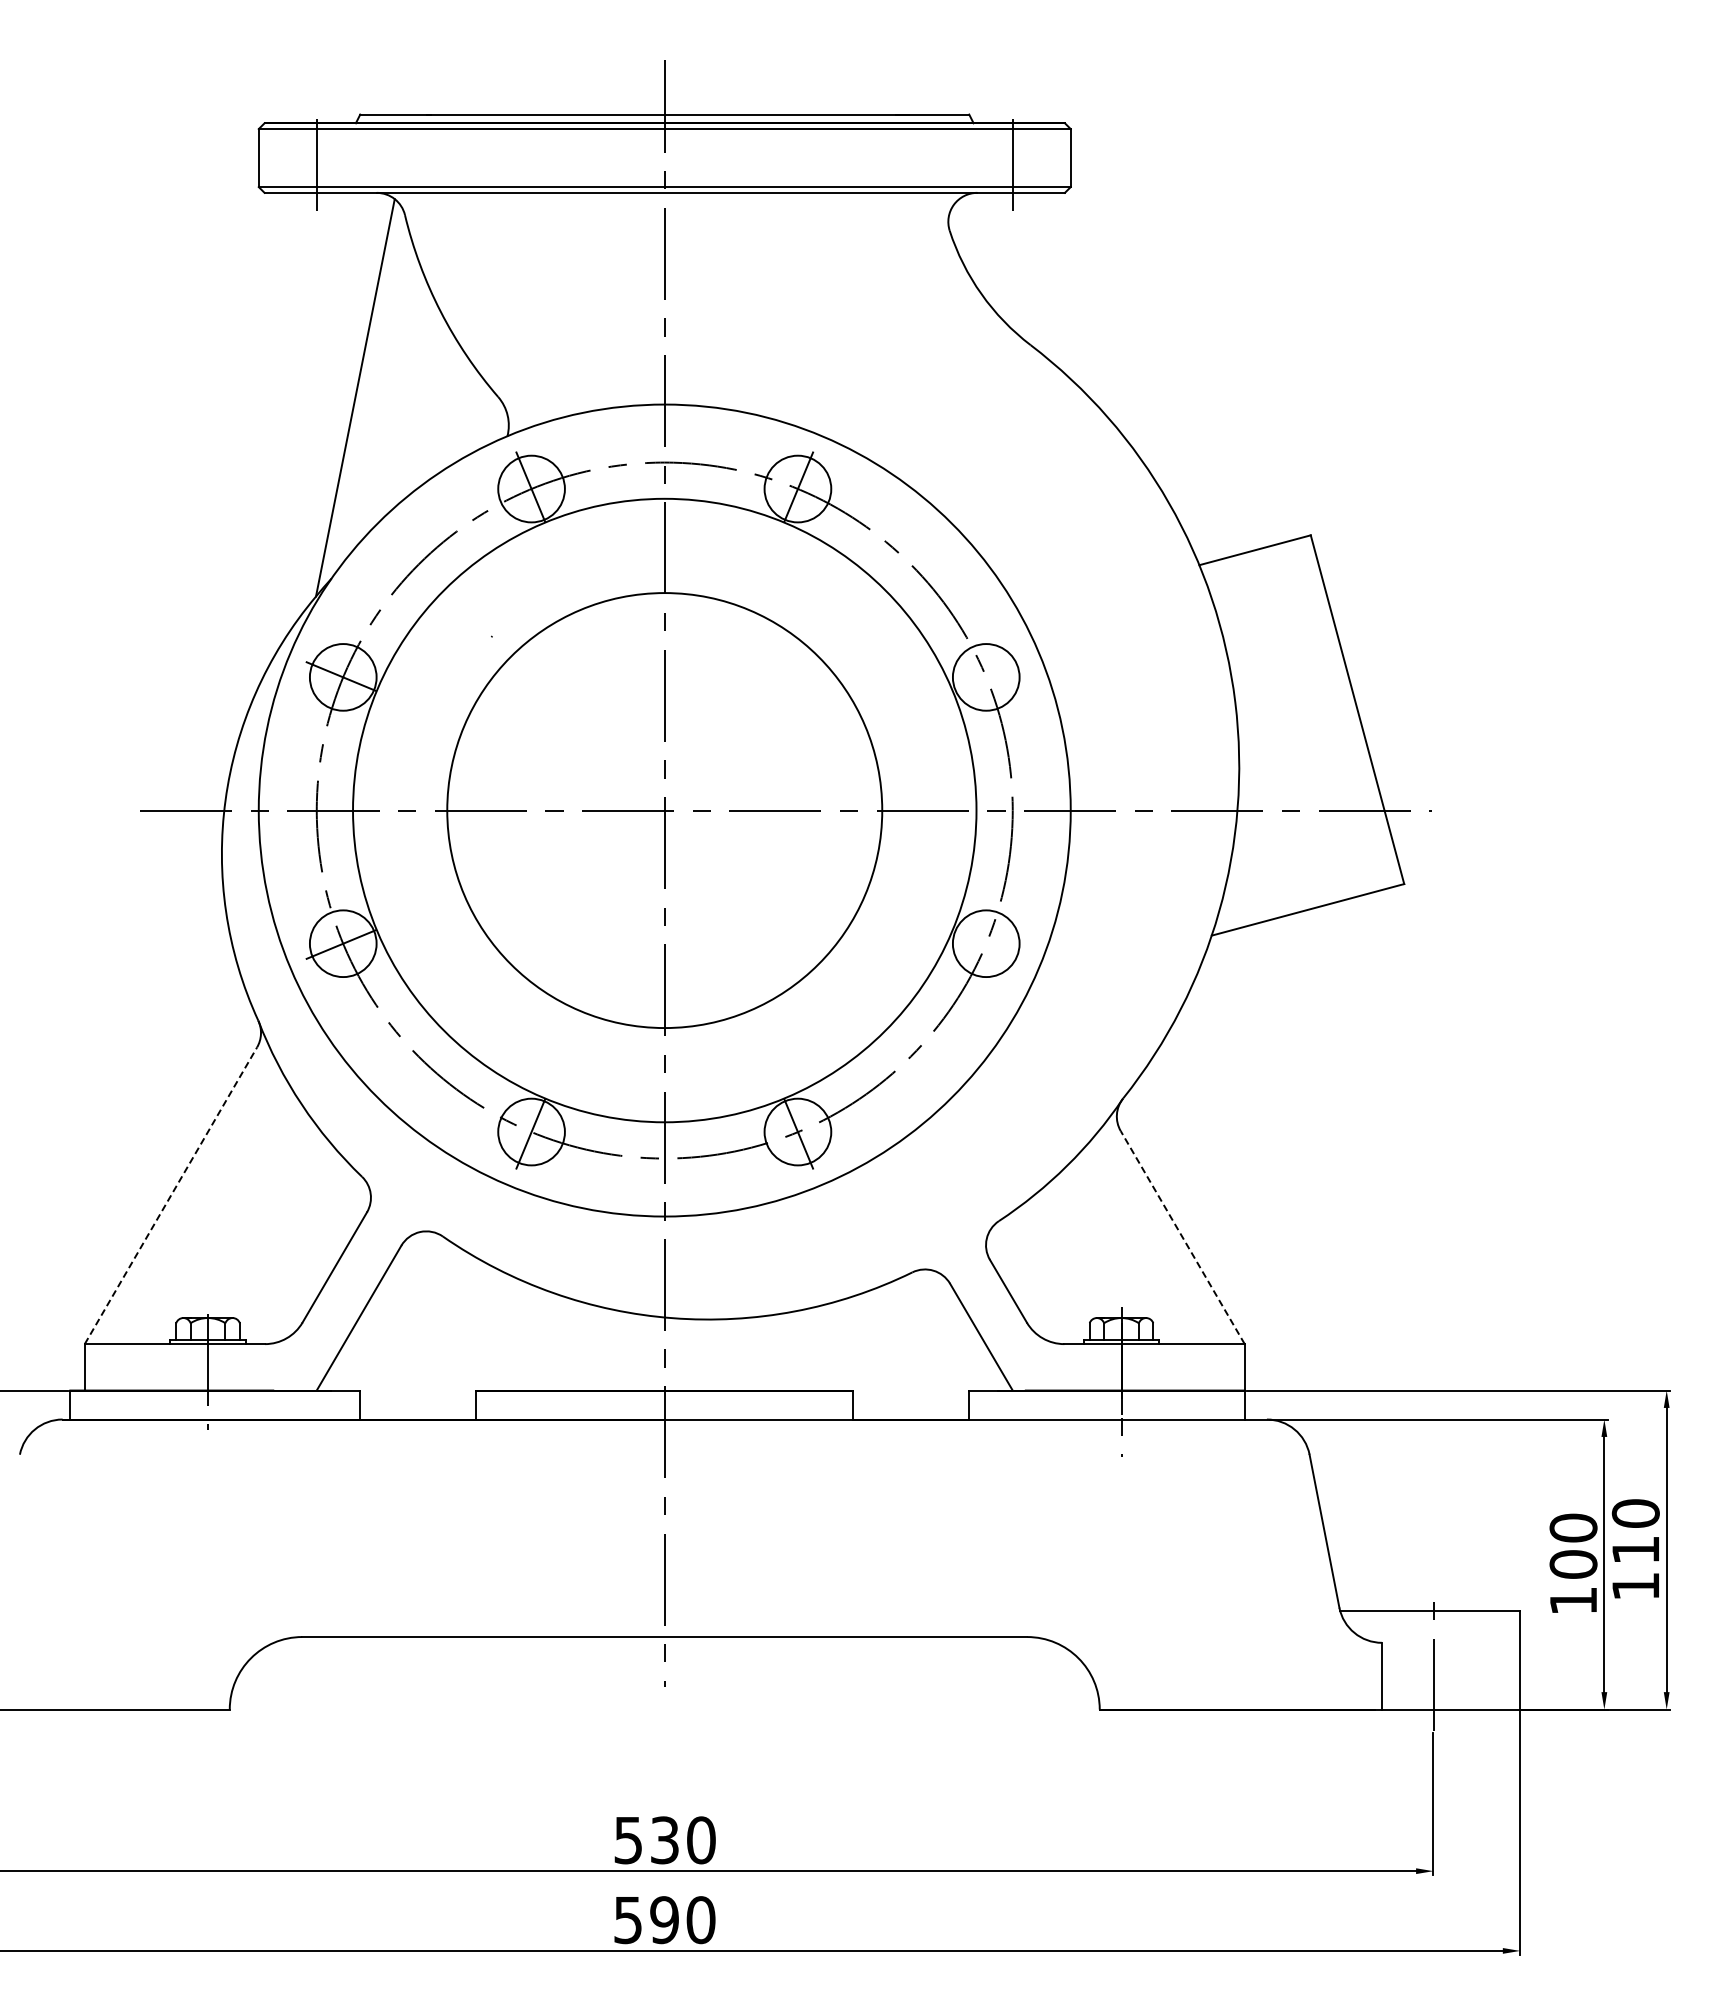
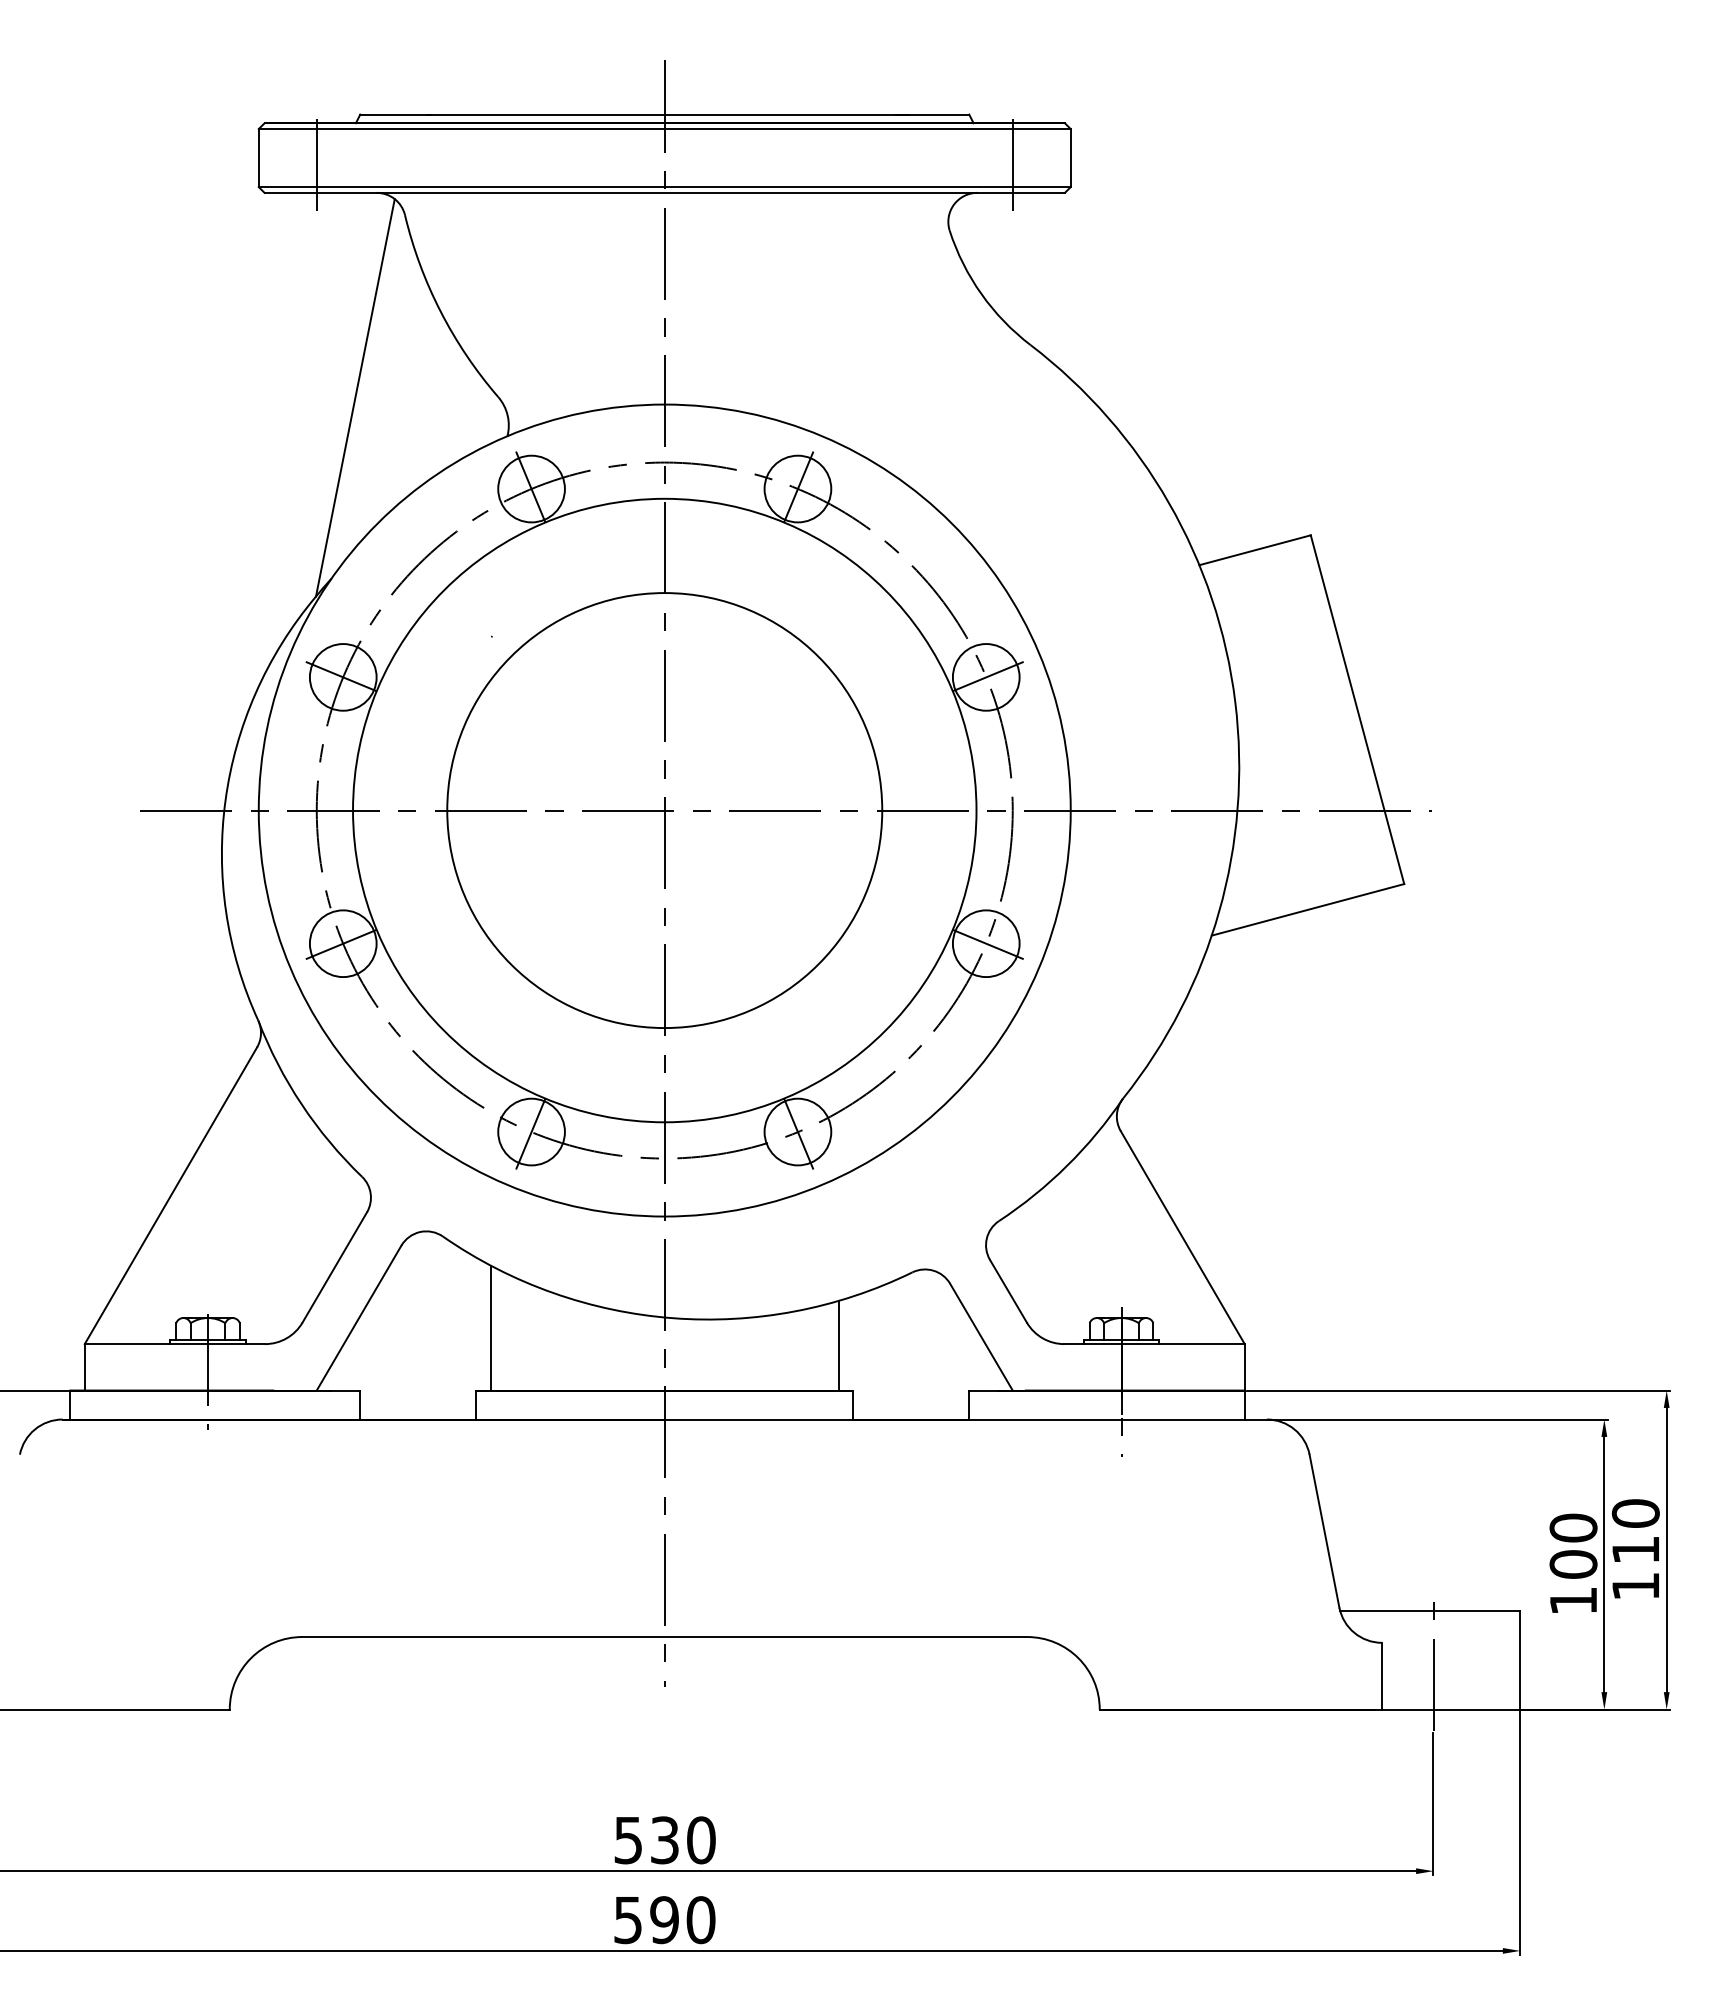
line at (987, 676): none -> present
line at (987, 944): none -> present
line at (170, 1195): dashed -> solid
line at (1182, 1237): dashed -> solid
line at (490, 1327): none -> present
line at (838, 1345): none -> present
